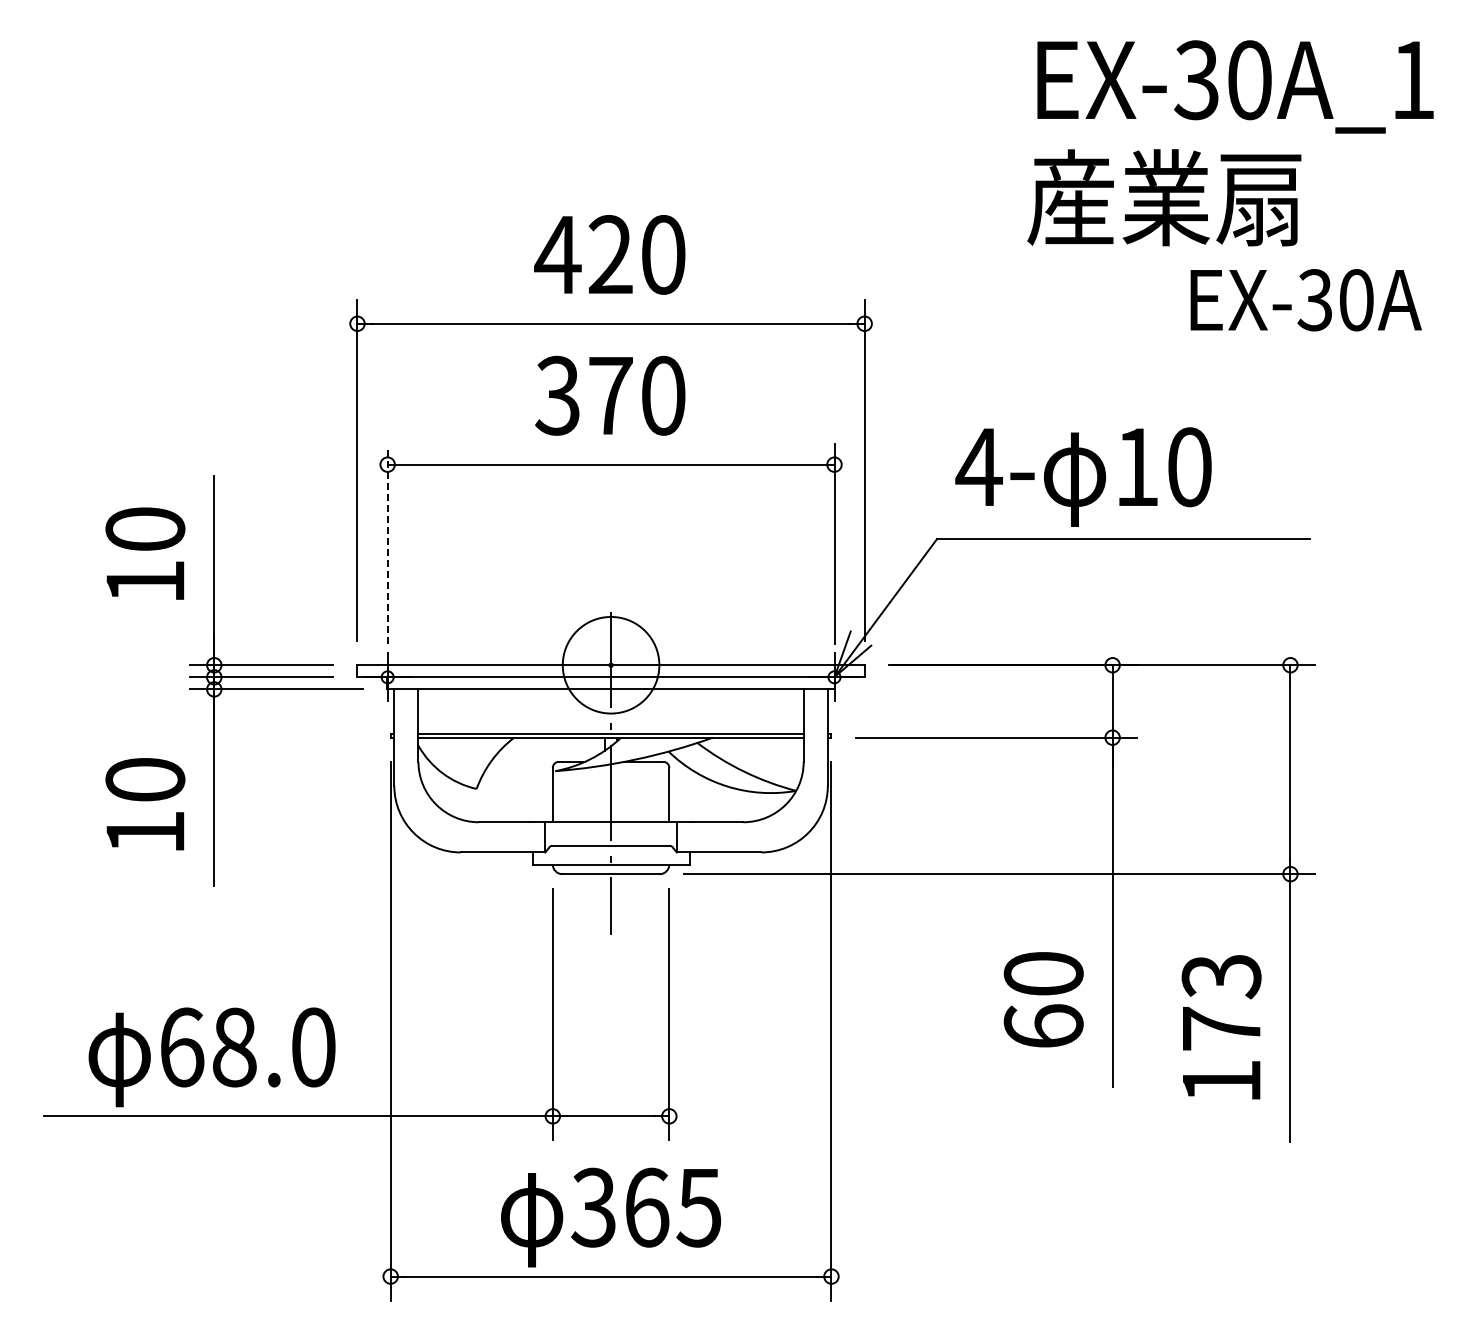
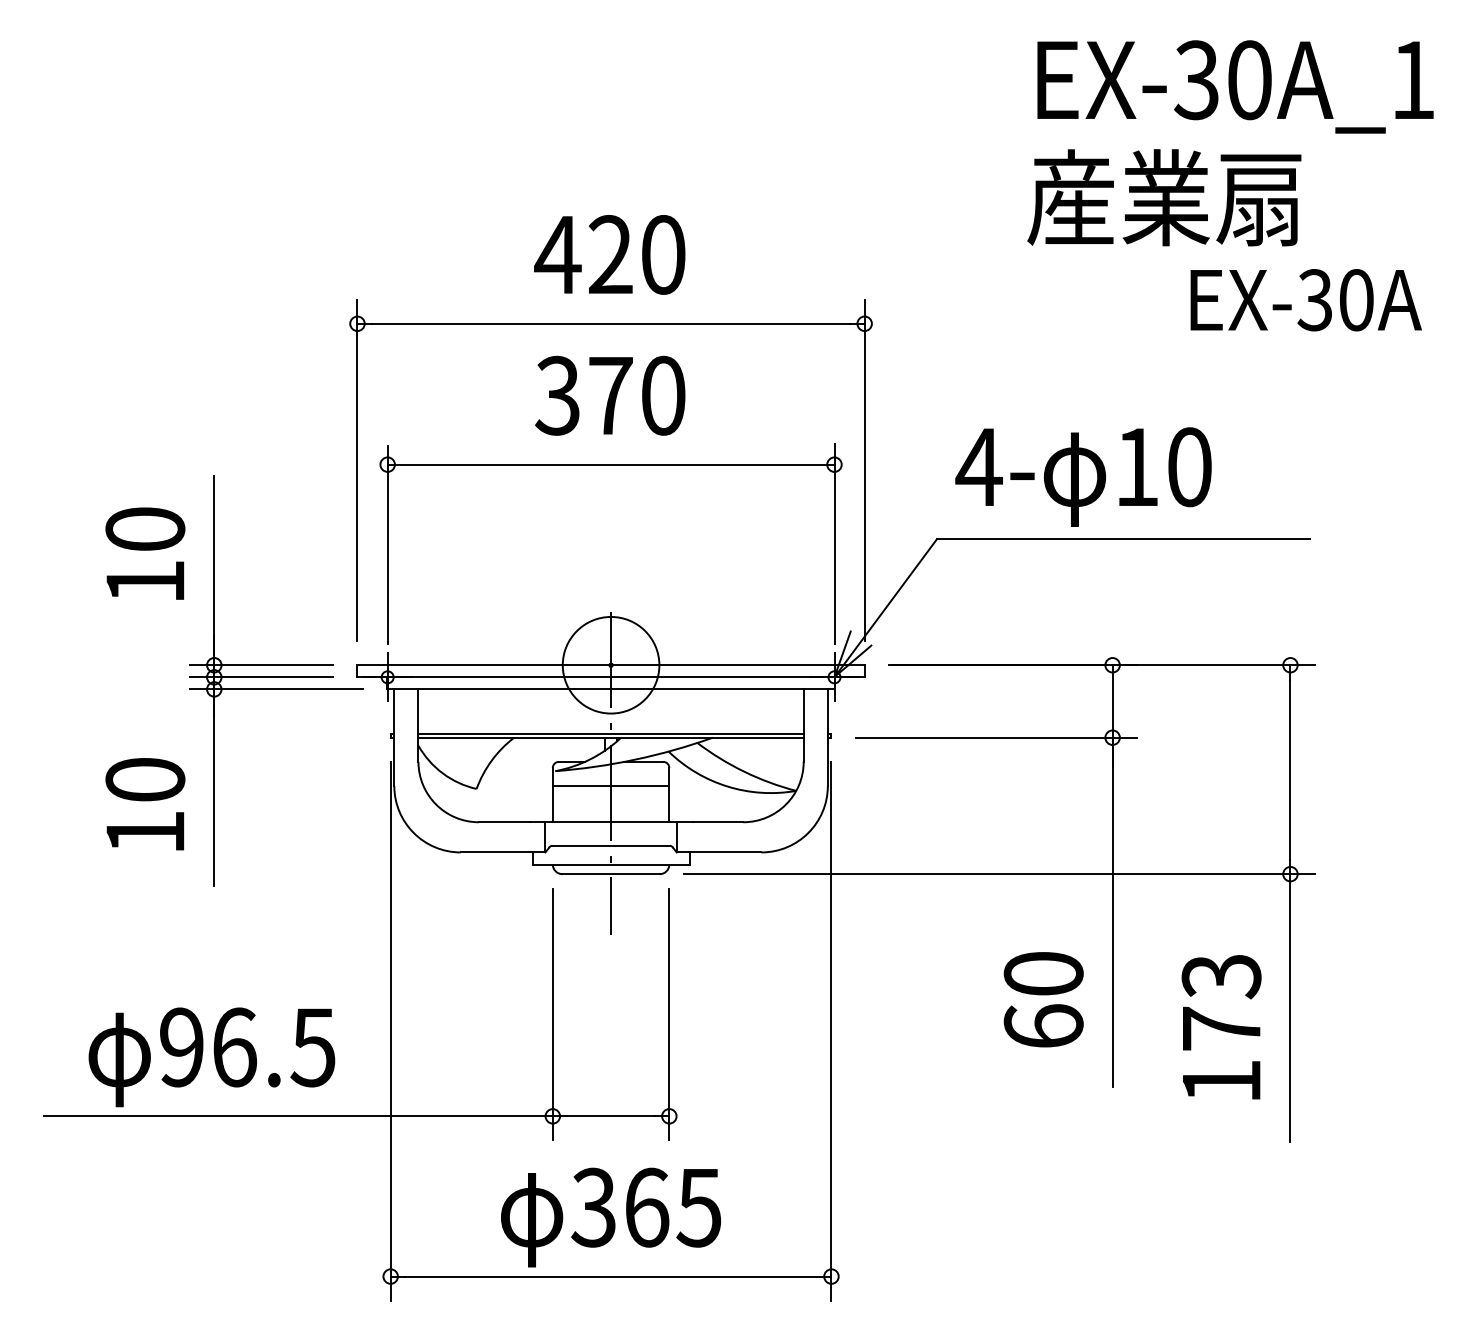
line at (387, 544): dashed -> solid
line at (610, 786): none -> present
text at (247, 1047): 68.0 -> 96.5
